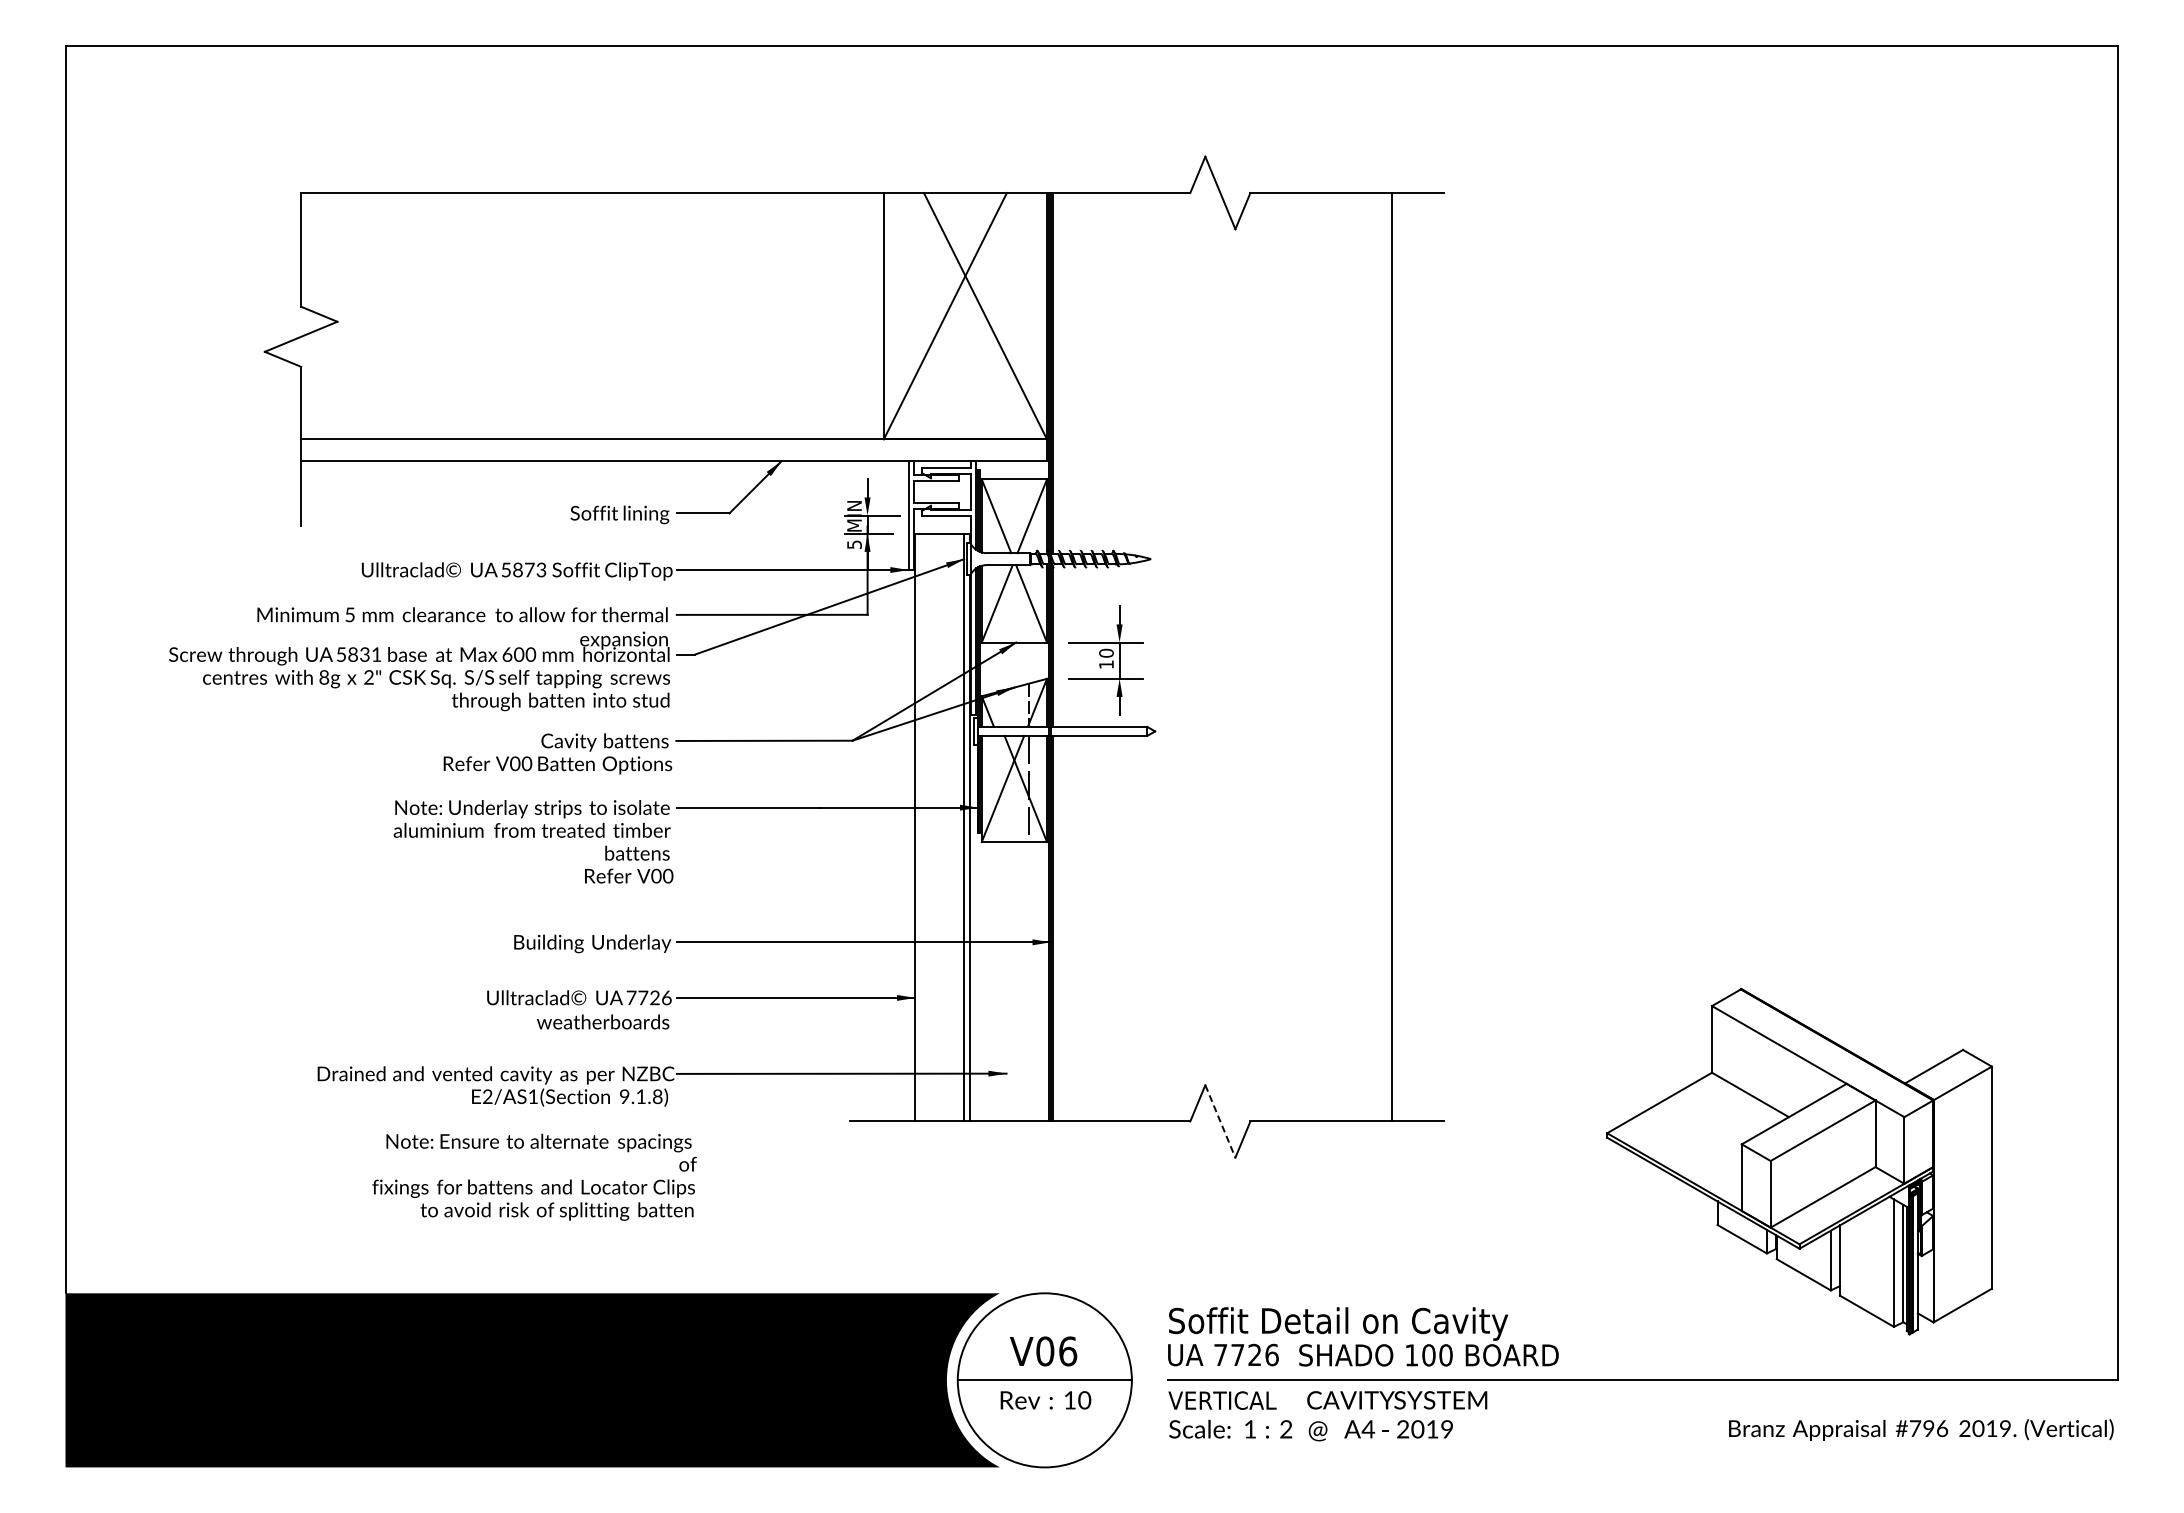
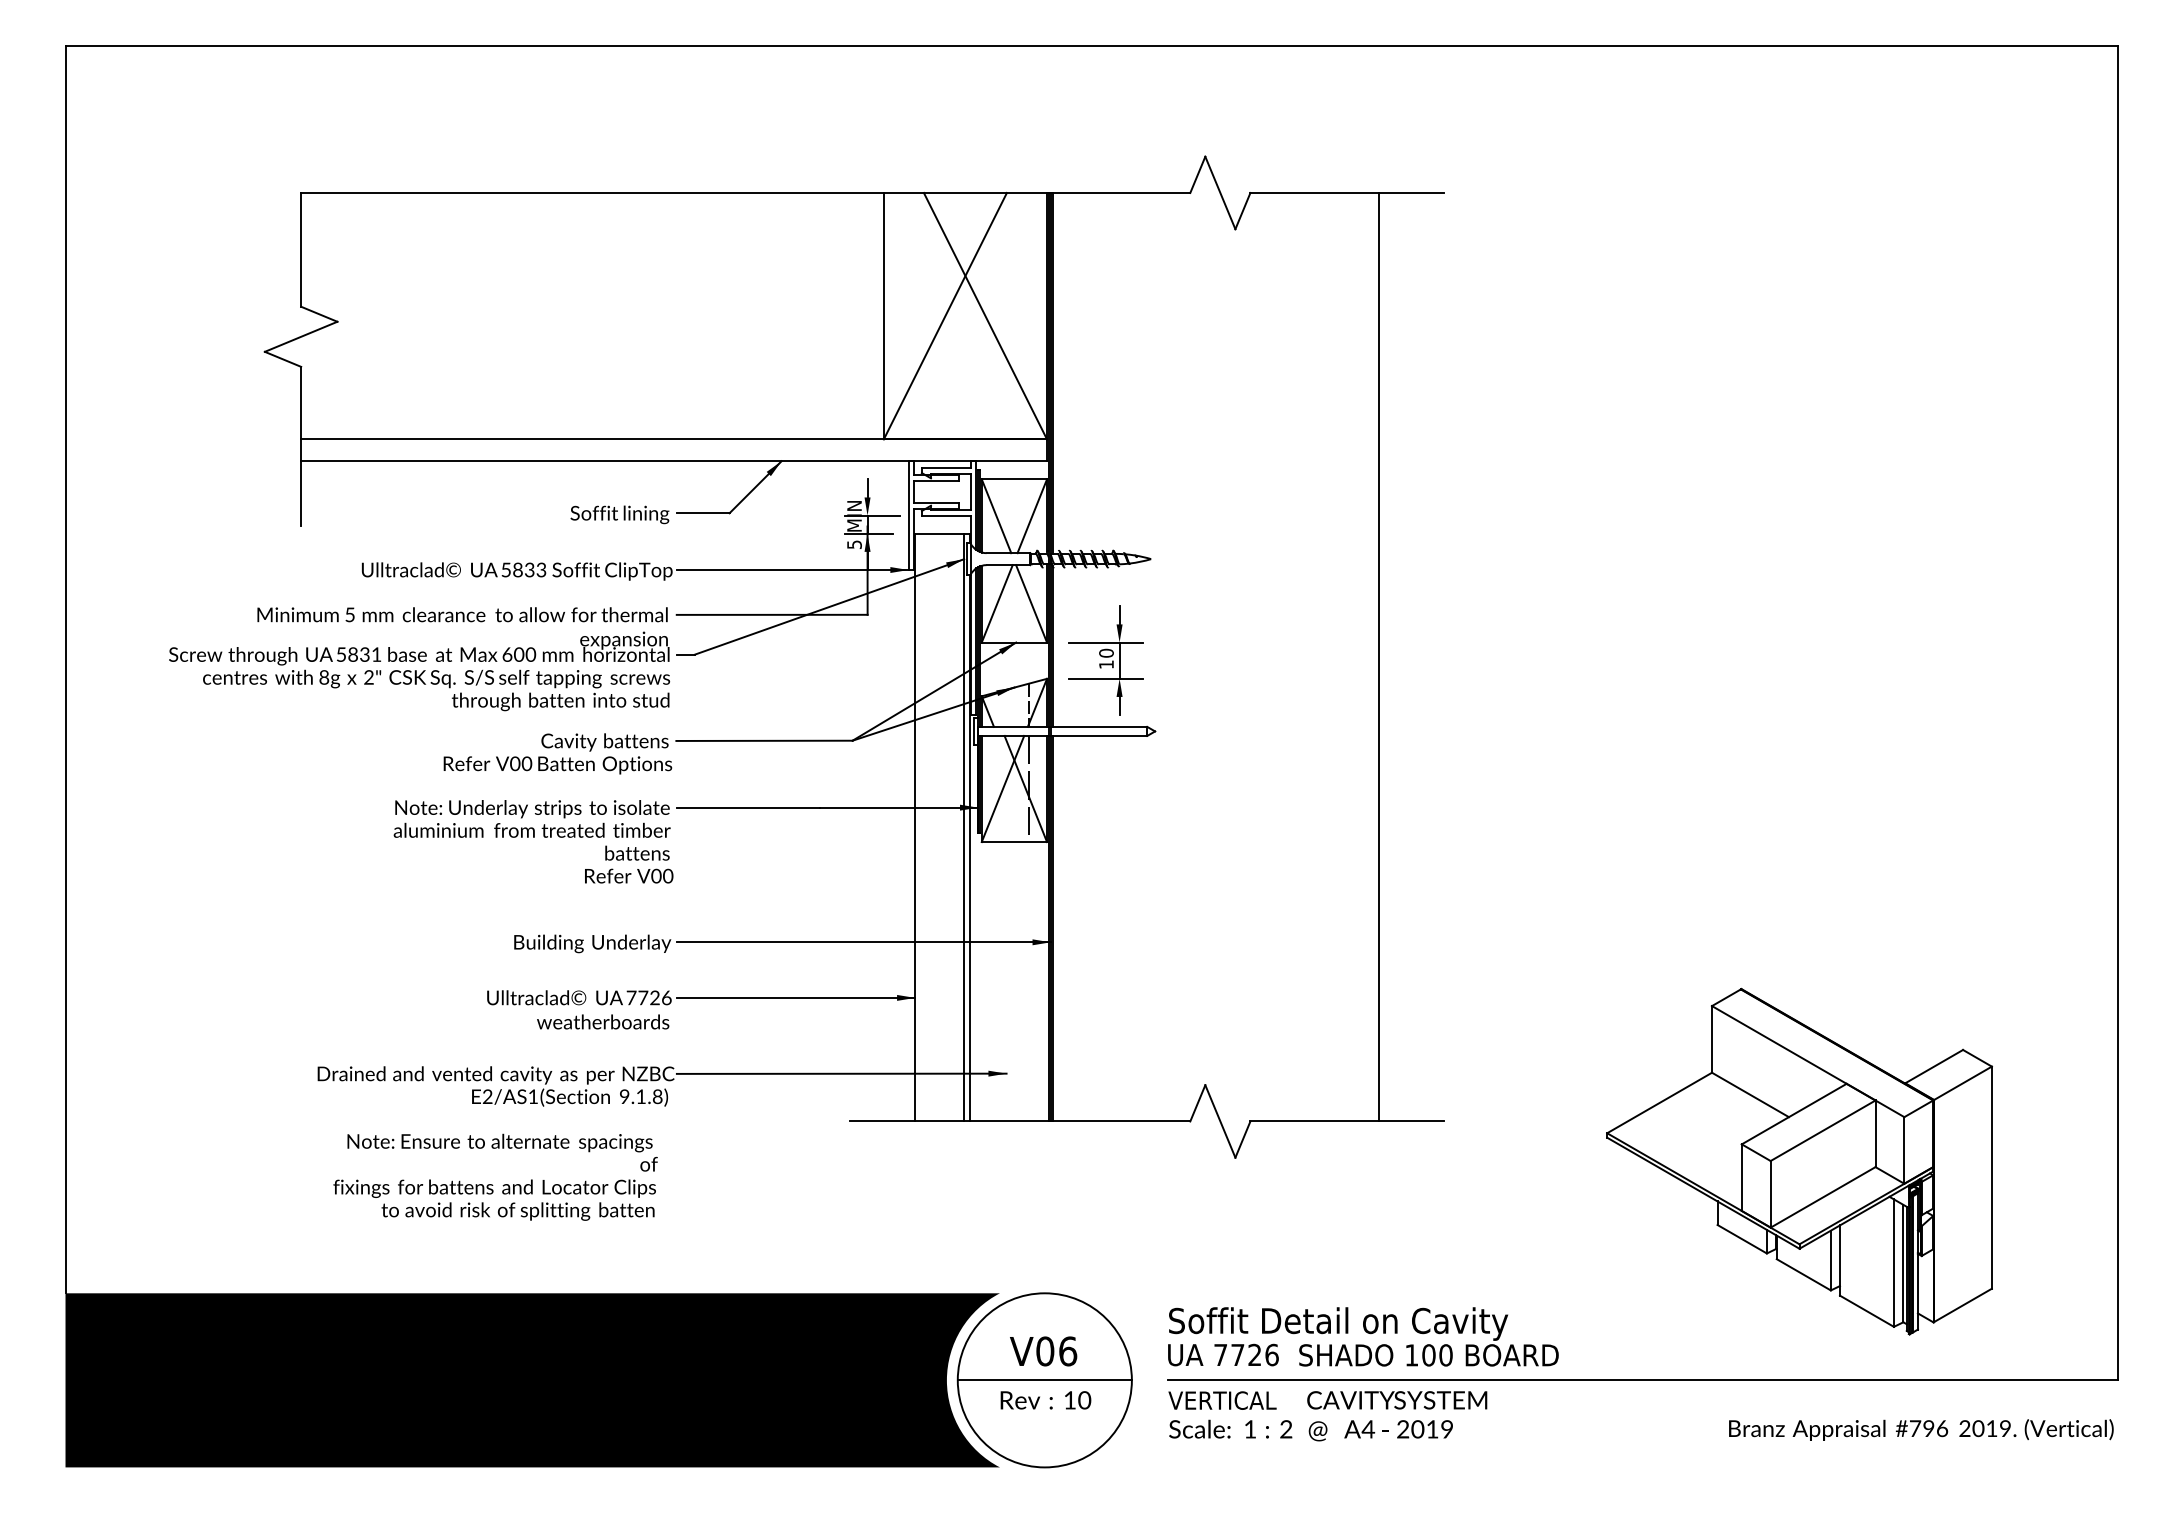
text at (529, 569): 5873 -> 5833
line at (1391, 656) position: (1391, 656) -> (1378, 656)
line at (1220, 1121): dashed -> solid
text at (534, 1176) position: (534, 1176) -> (495, 1176)
